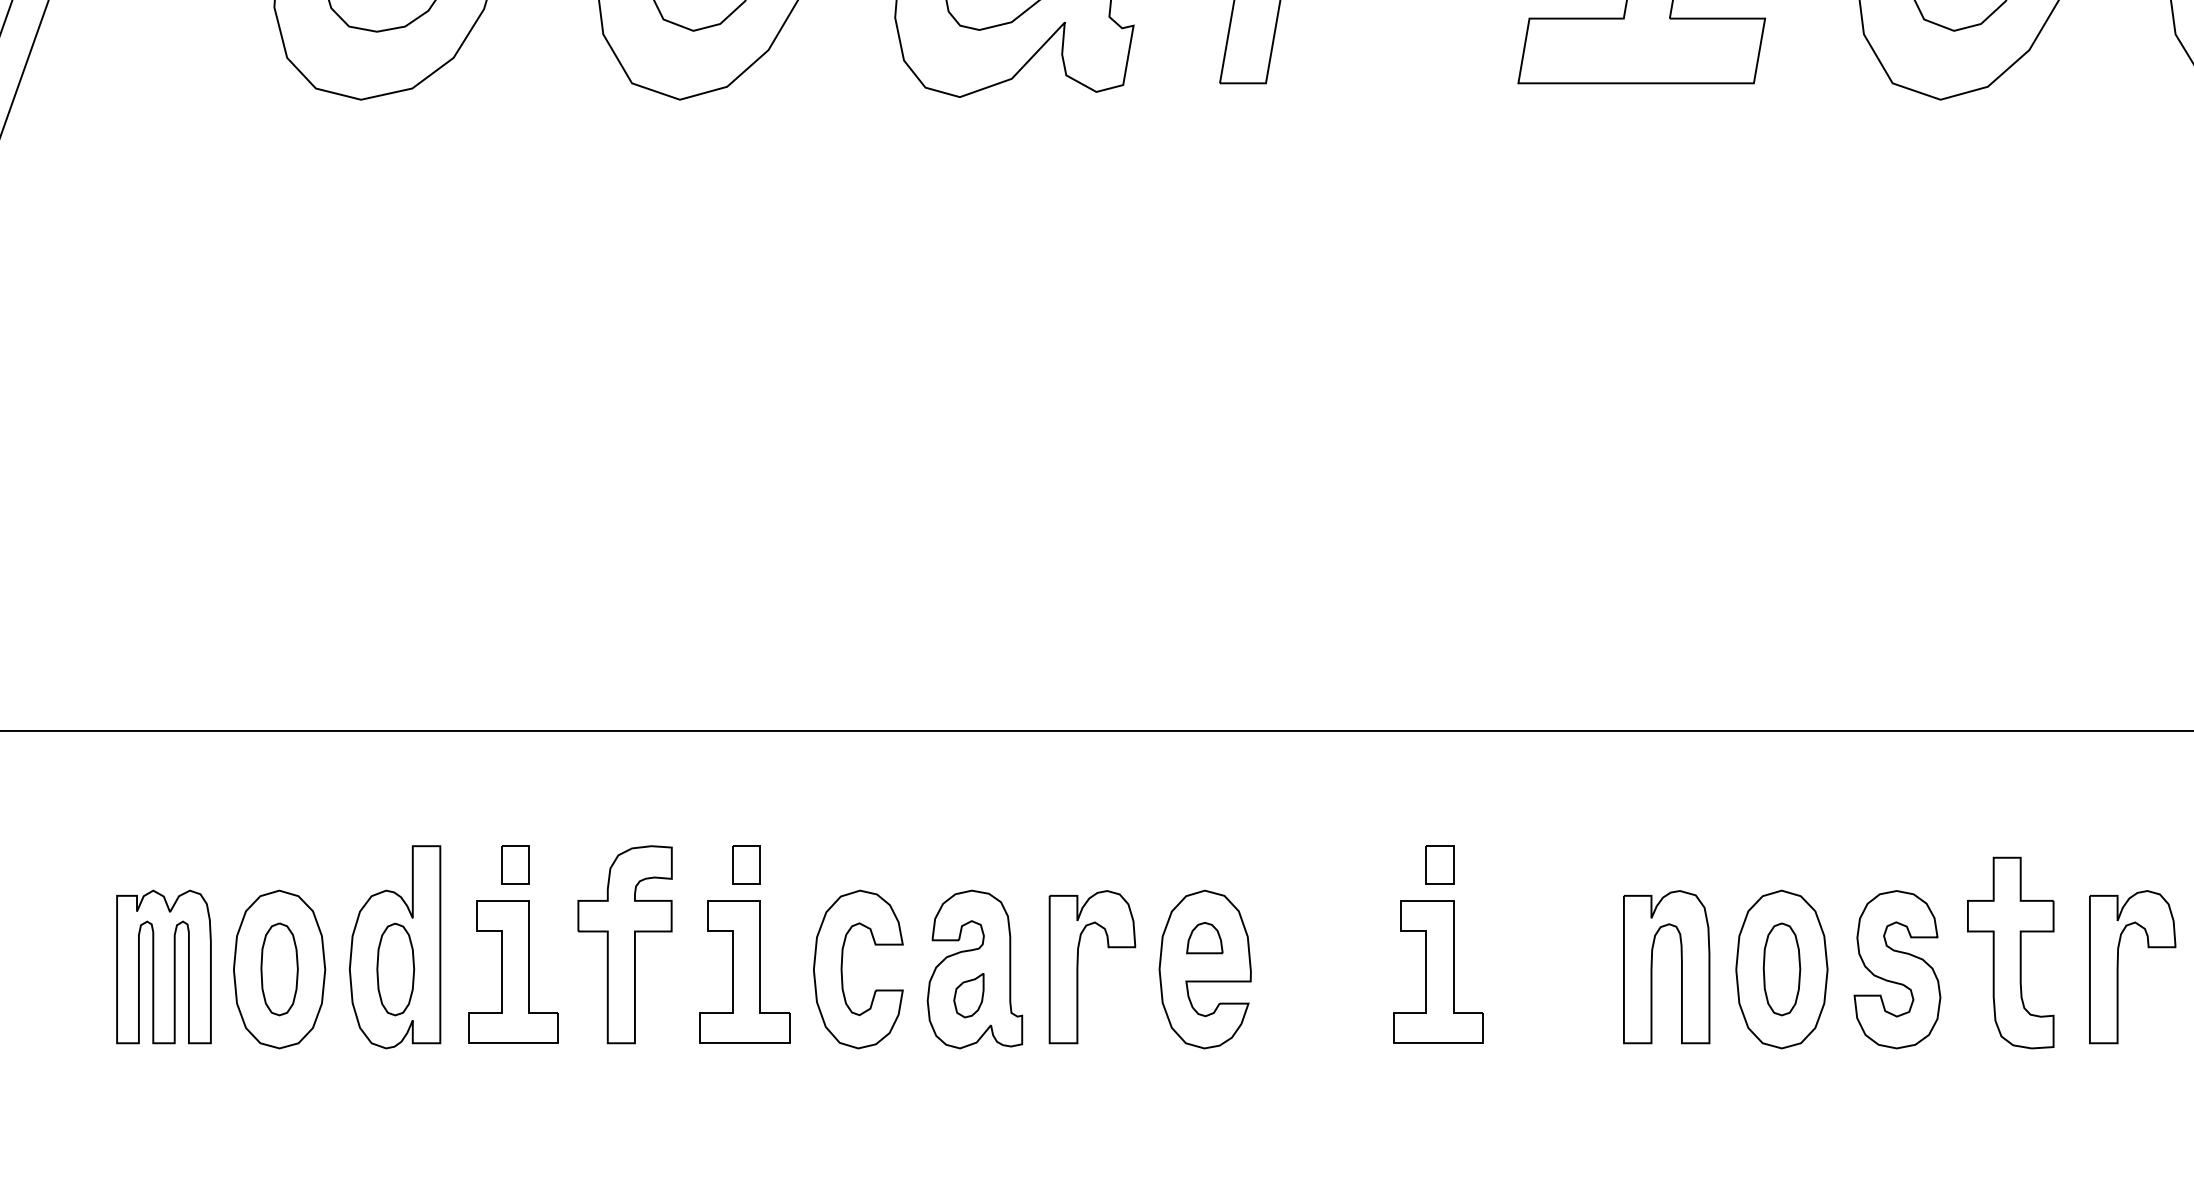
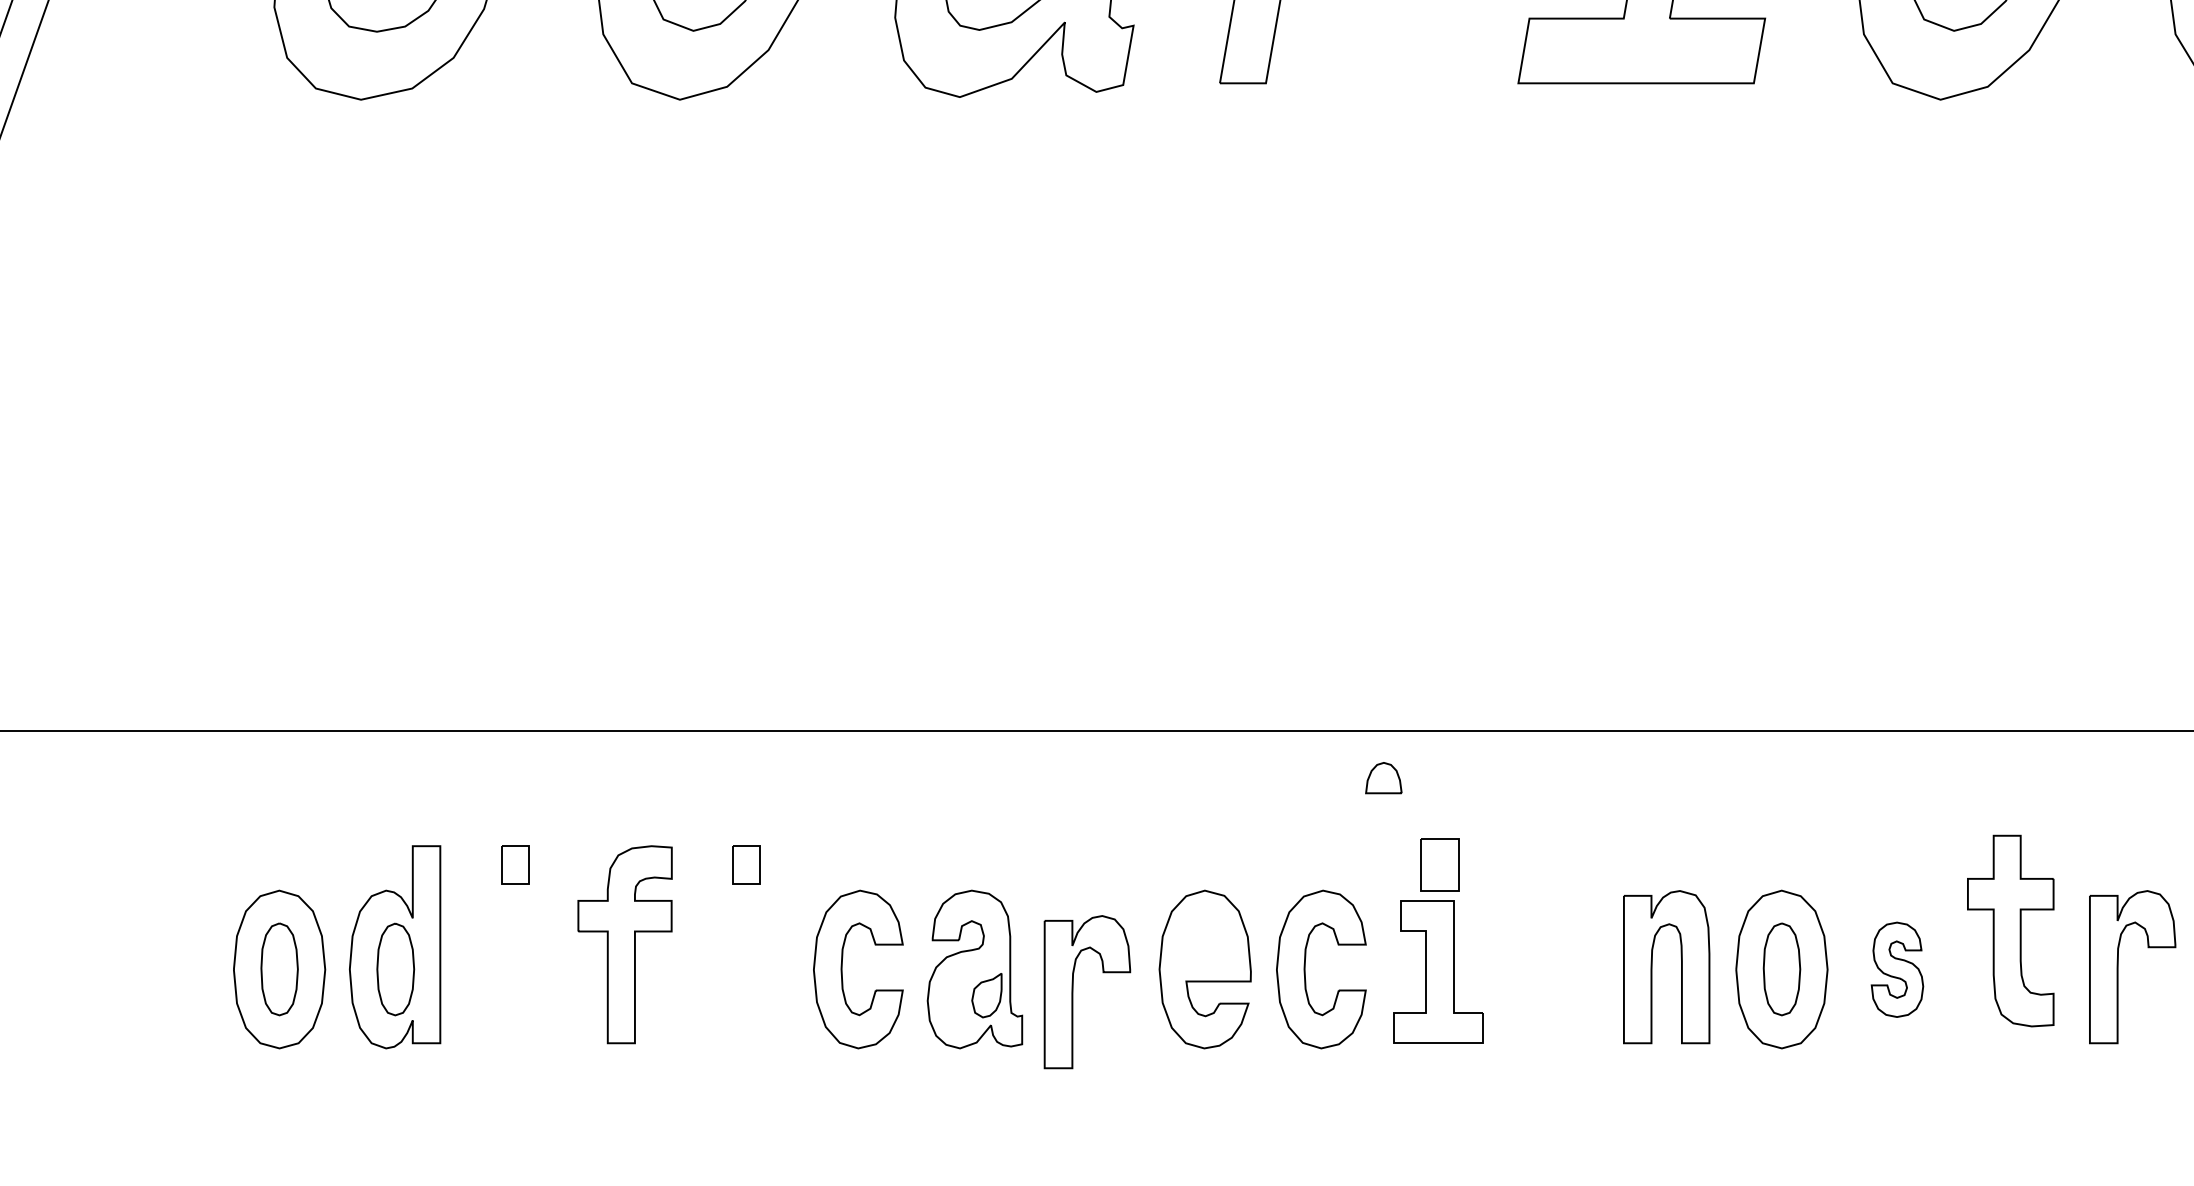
part at (1439, 864) size: 30x40 px -> 40x54 px
part at (1204, 938) position: (1204, 938) -> (1383, 778)
part at (2010, 952) position: (2010, 952) -> (2010, 930)
part at (163, 966): present -> none
part at (1078, 967) position: (1078, 967) -> (1073, 992)
part at (1305, 969): none -> present
part at (1897, 969) size: 89x160 px -> 55x97 px
part at (513, 971): present -> none
part at (744, 971): present -> none
part at (968, 995) position: (968, 995) -> (986, 995)
